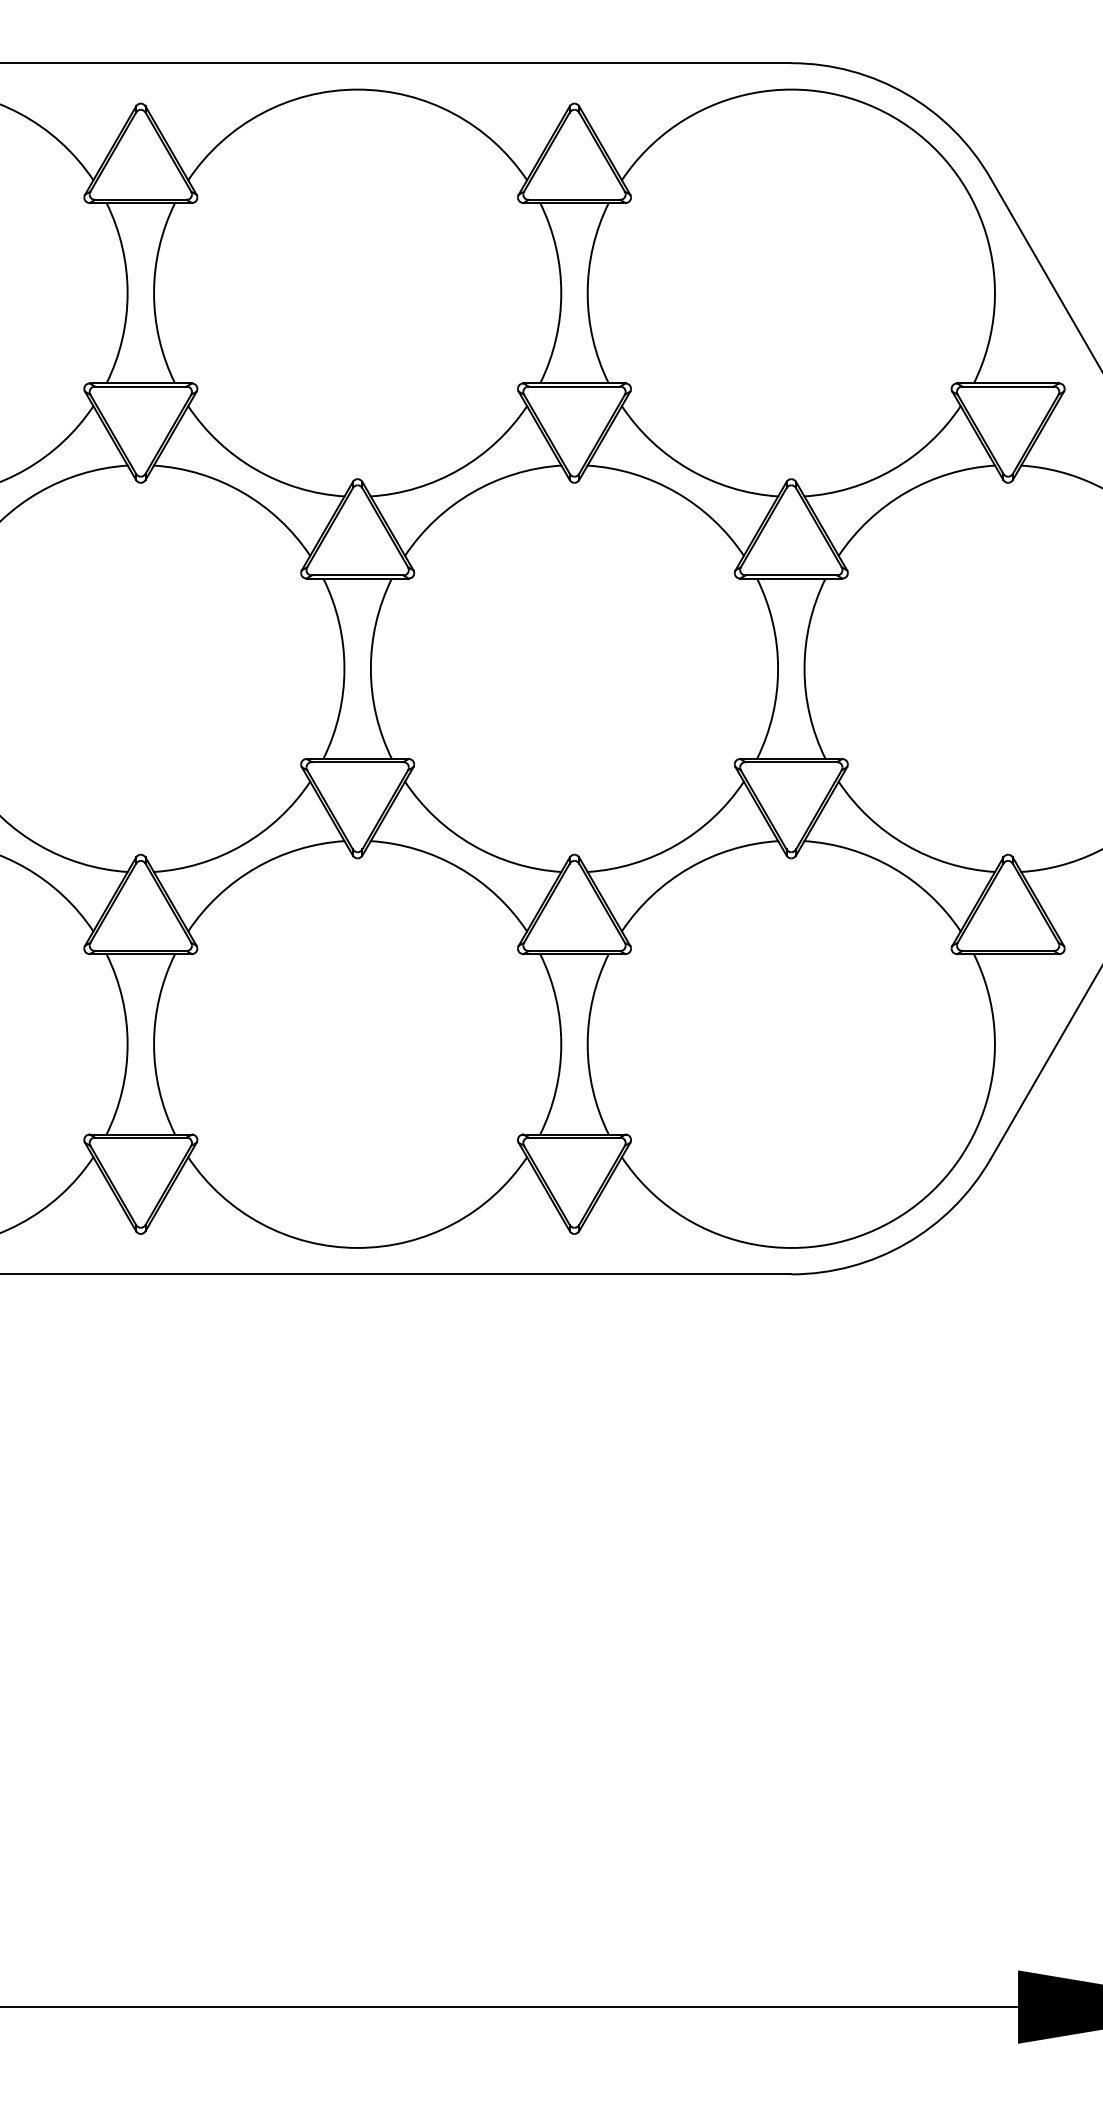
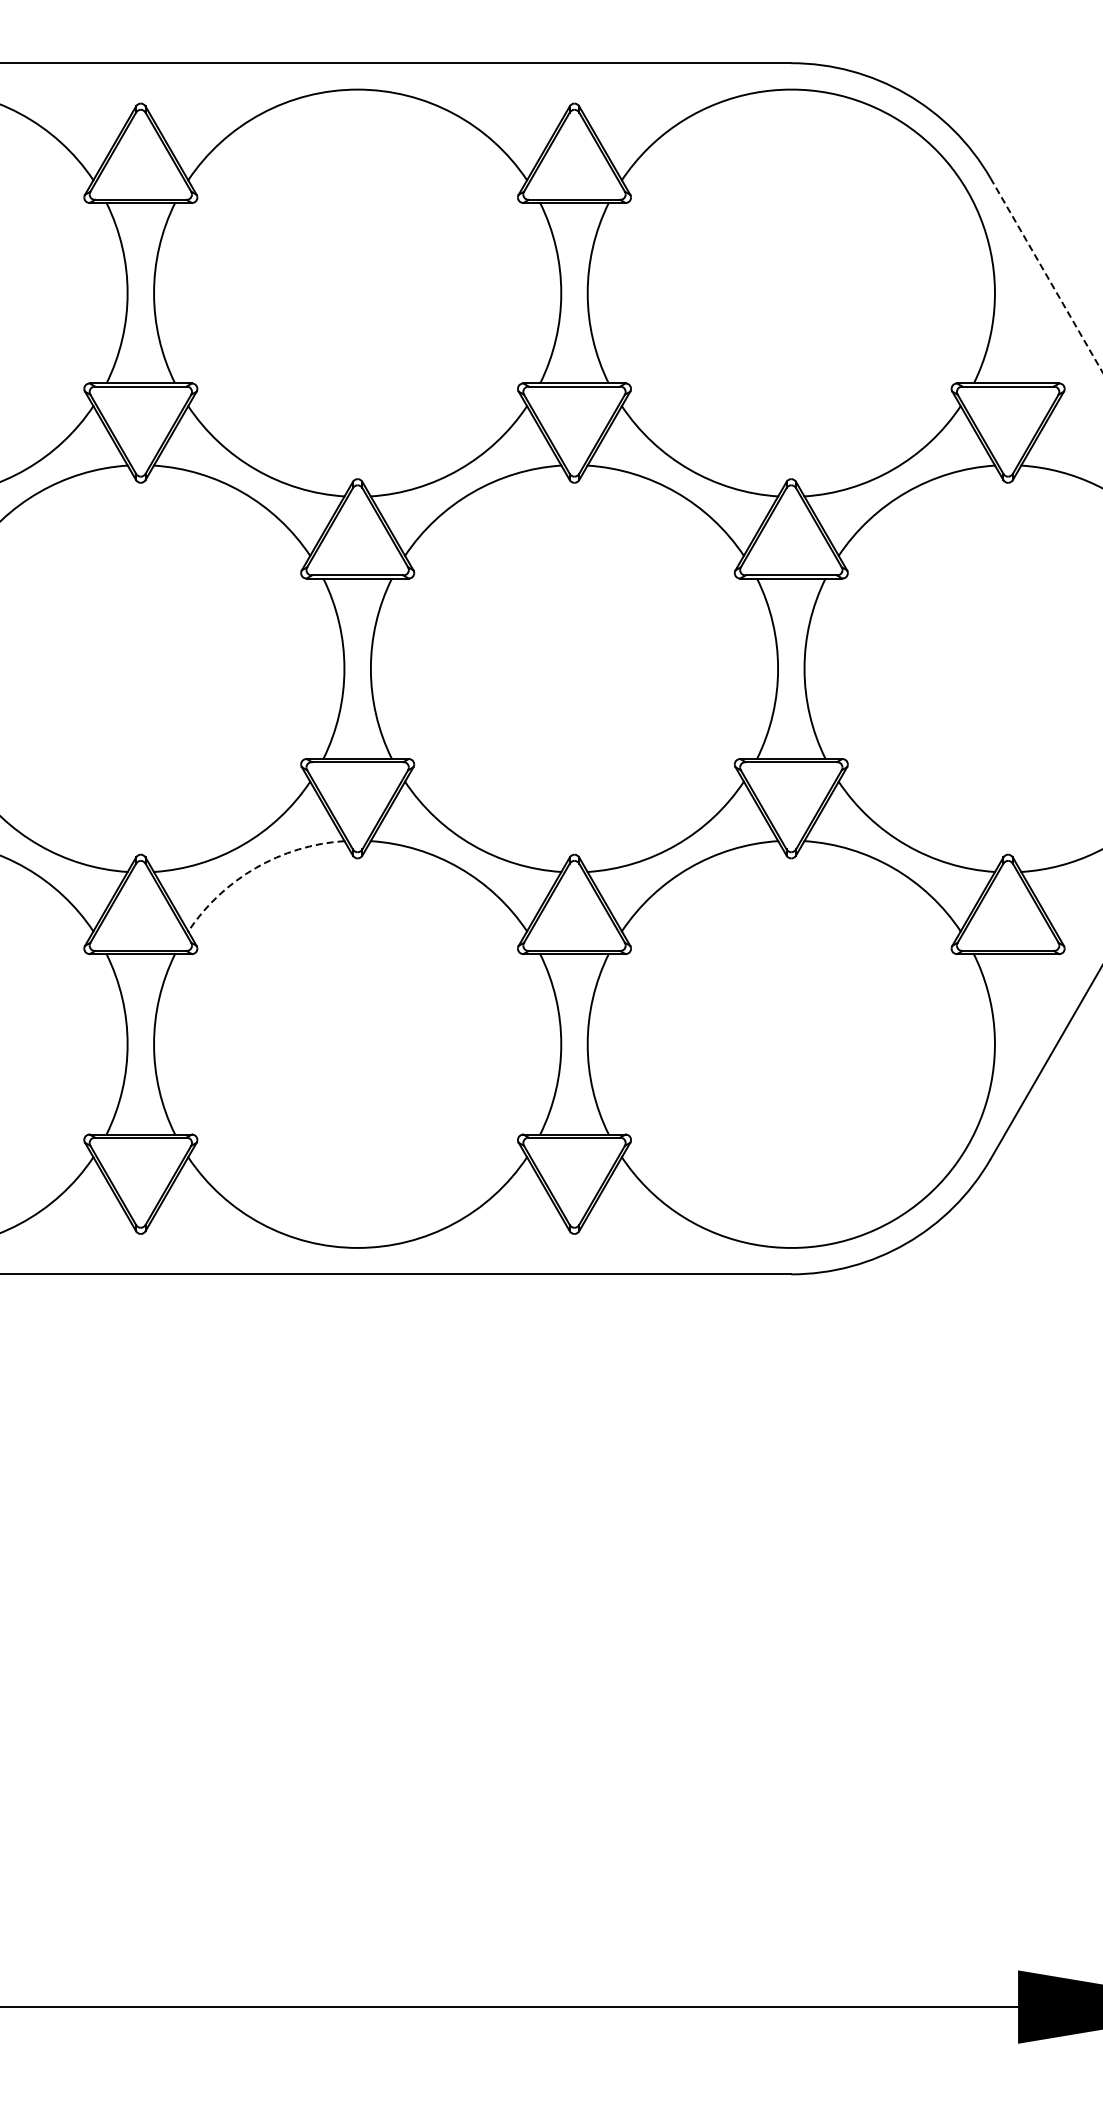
line at (1046, 276): solid -> dashed
arc at (255, 868): solid -> dashed
